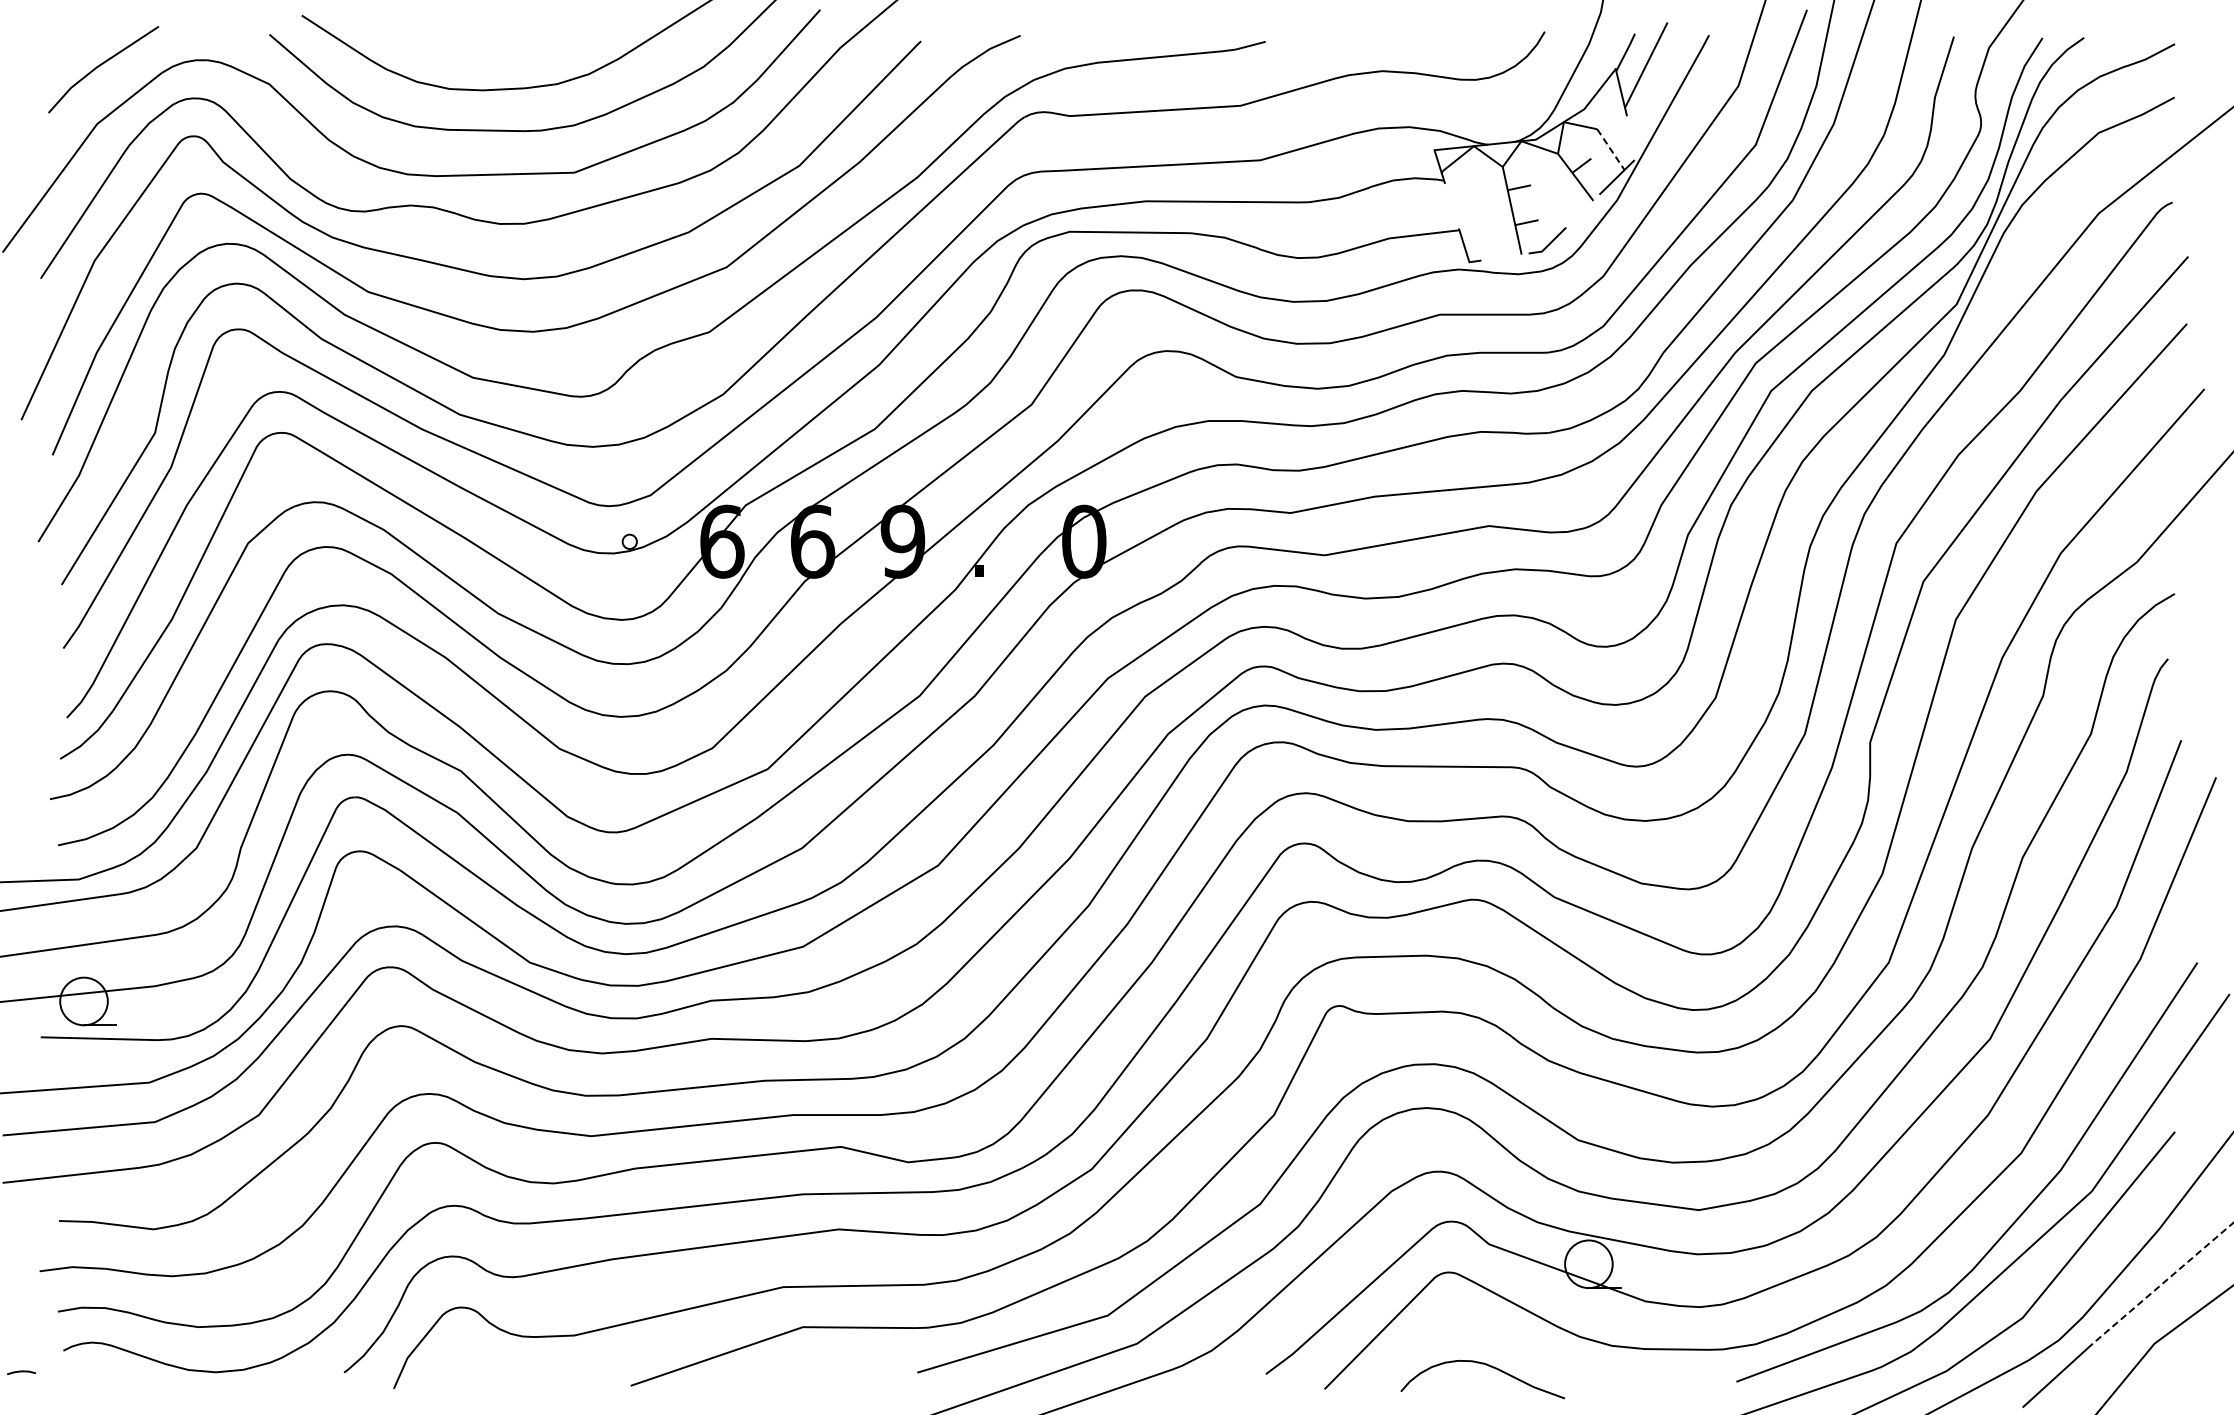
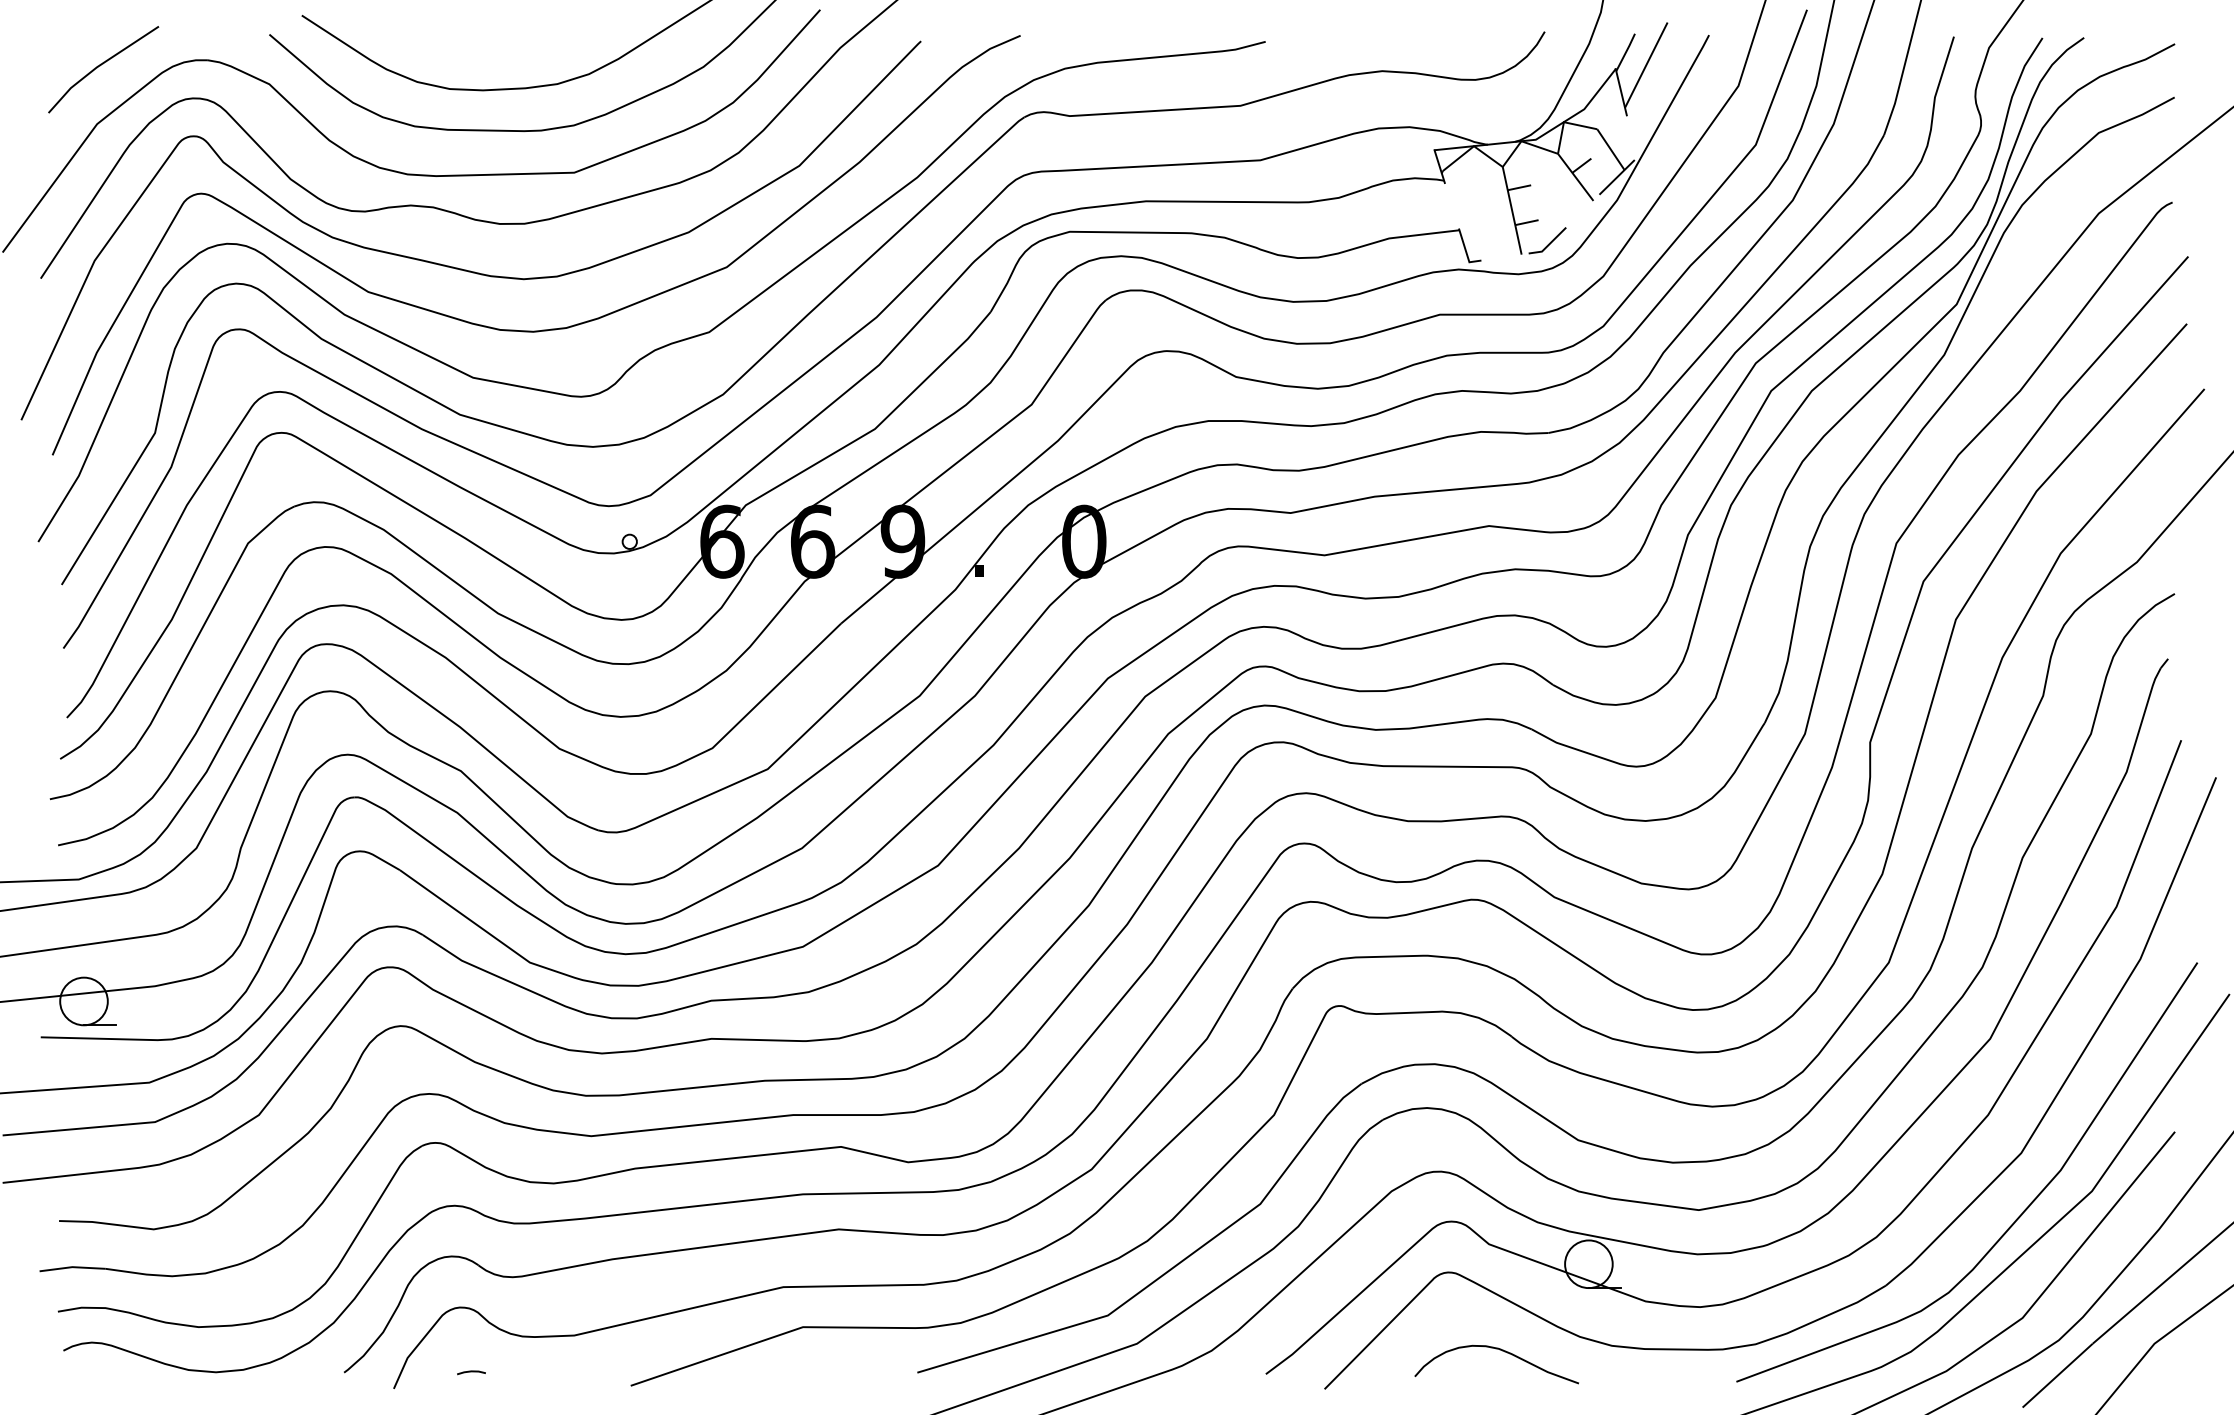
line at (1610, 149): dashed -> solid
line at (2162, 1283): dashed -> solid
curve at (1485, 1365) position: (1485, 1365) -> (1499, 1350)
line at (21, 1372) position: (21, 1372) -> (471, 1372)
